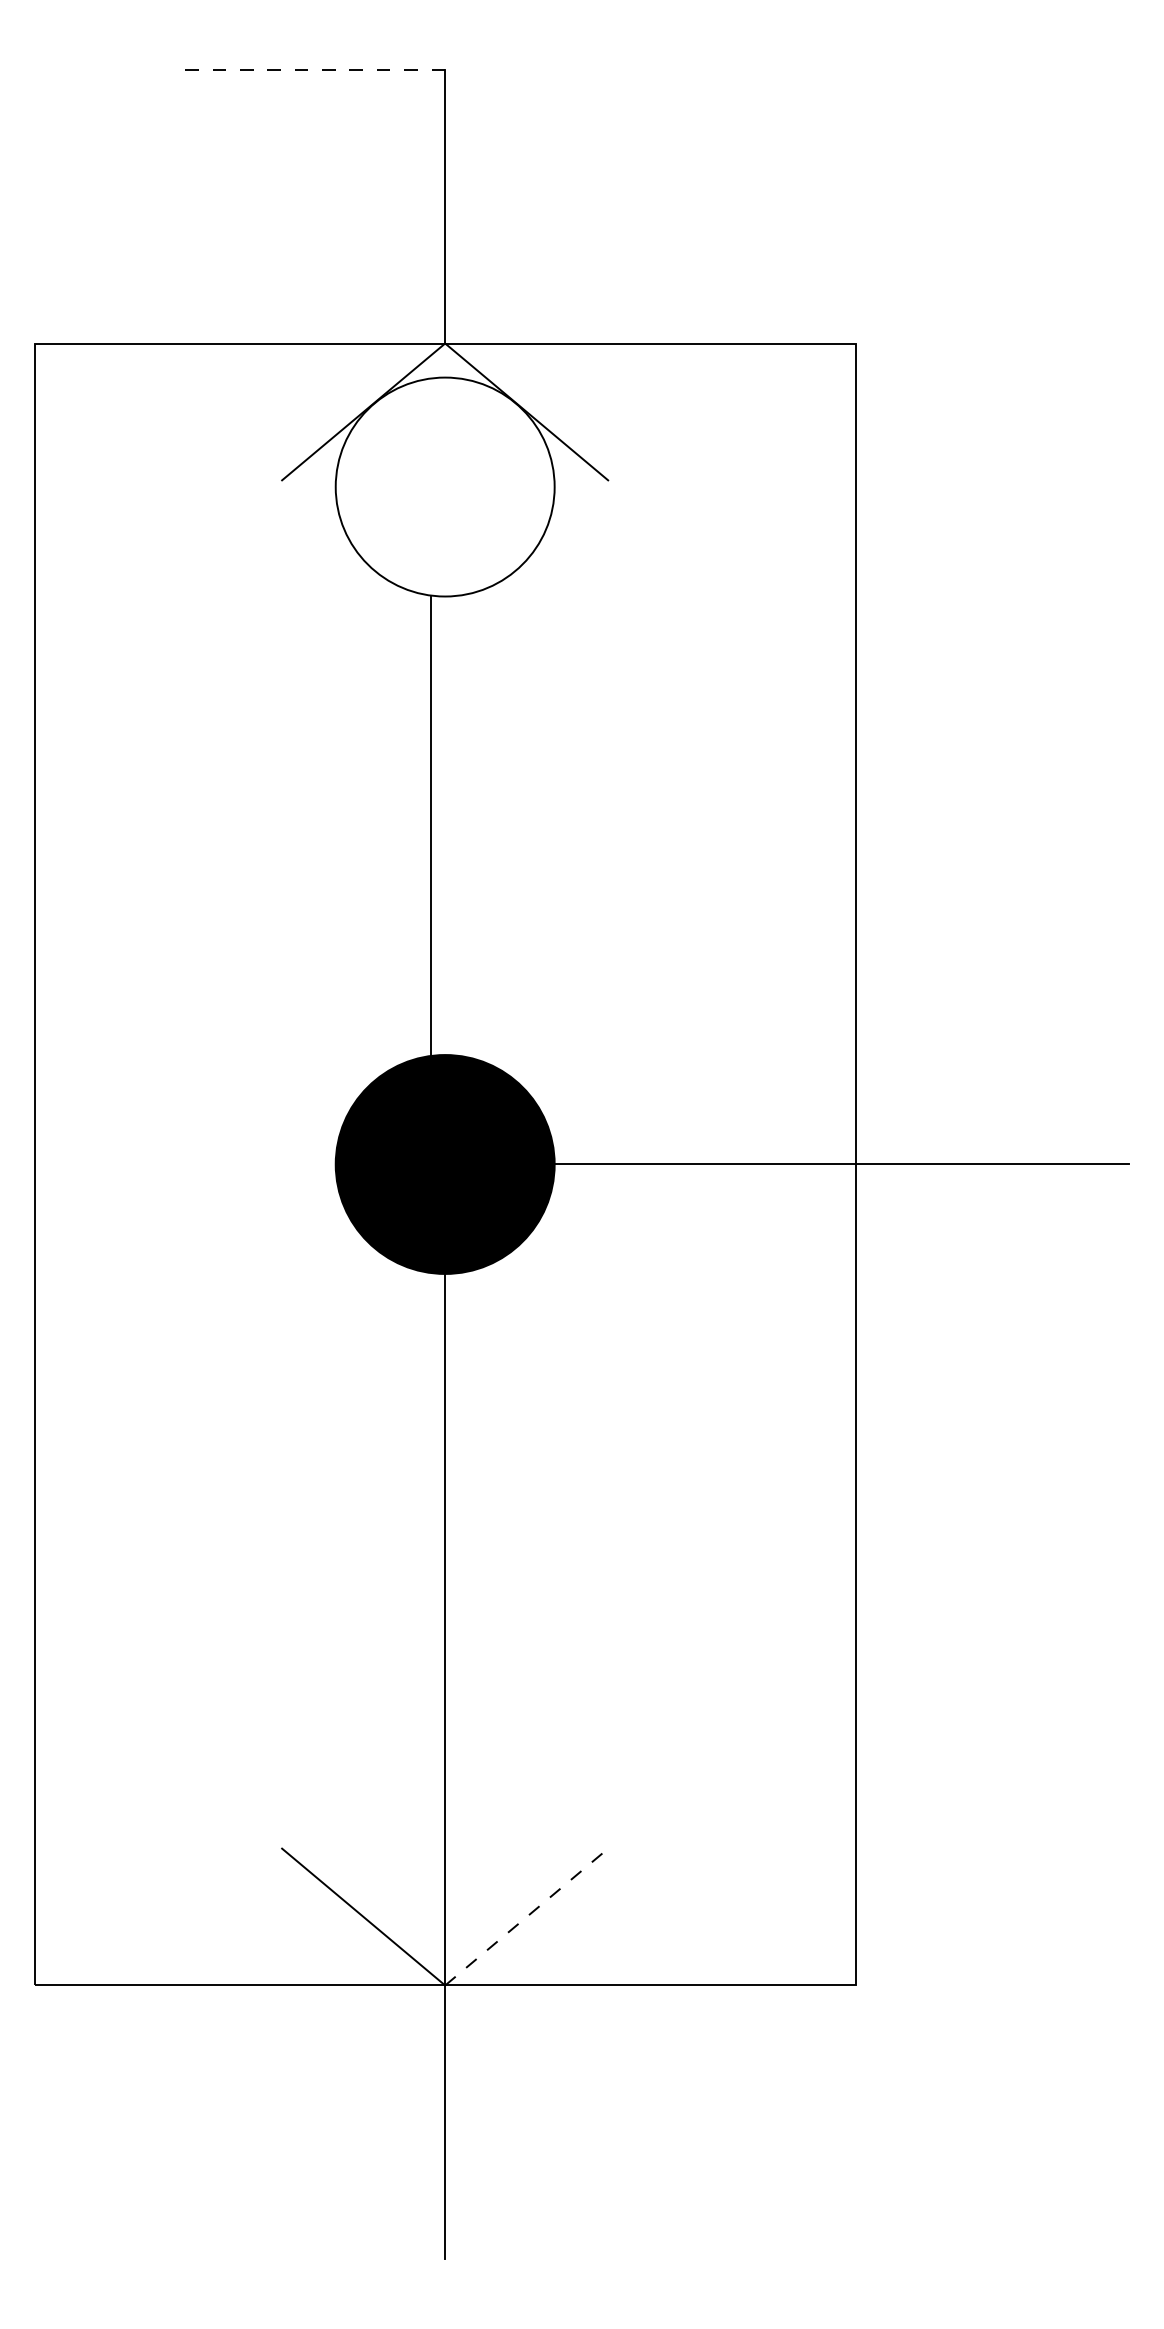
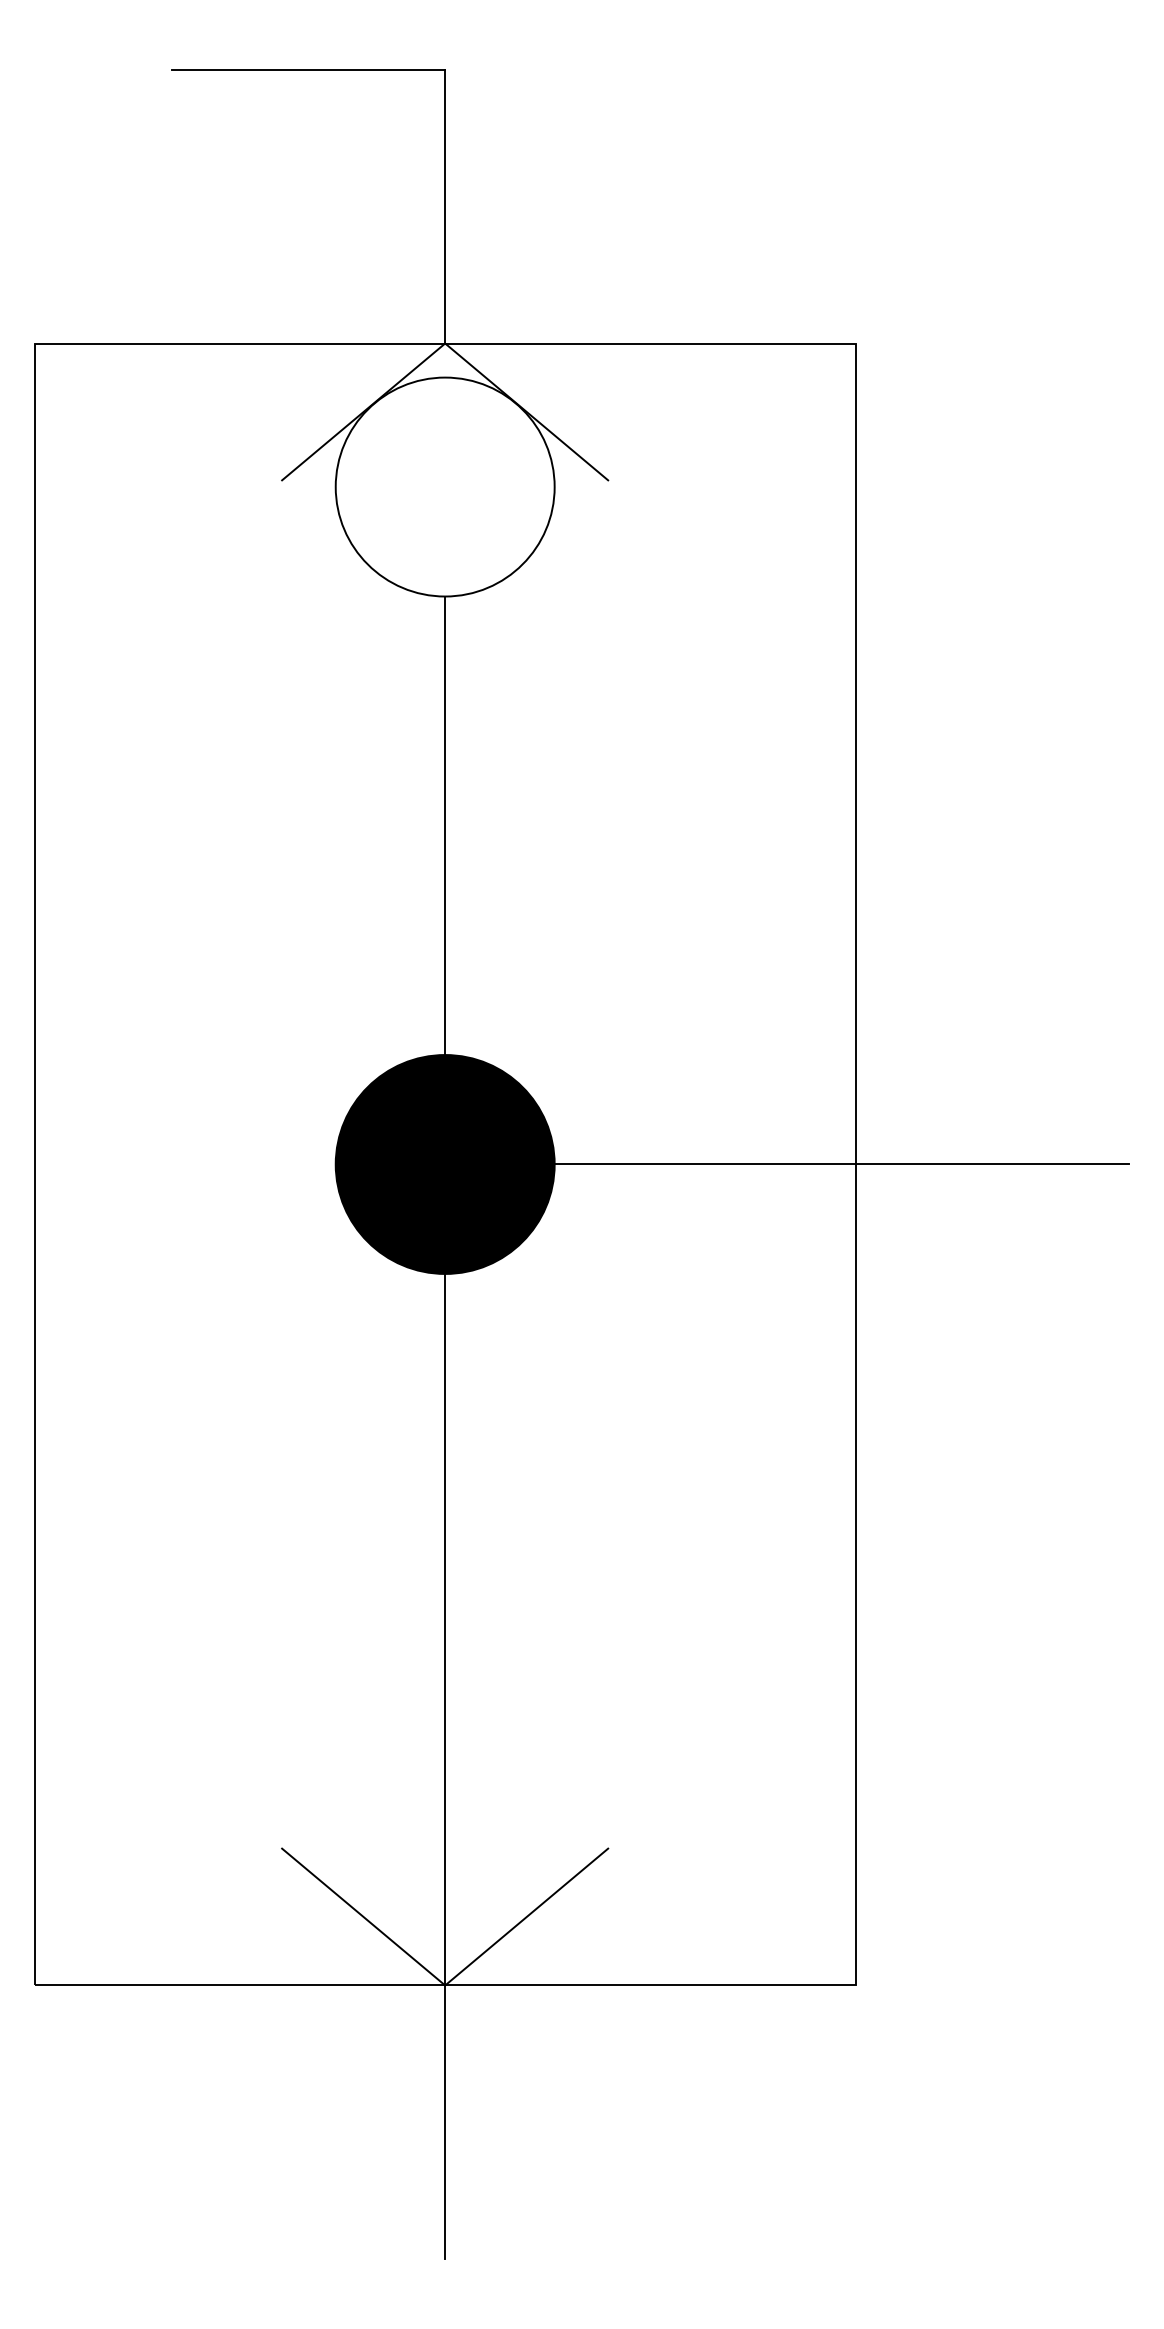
line at (308, 69): dashed -> solid
line at (431, 825) position: (431, 825) -> (445, 825)
line at (527, 1916): dashed -> solid
